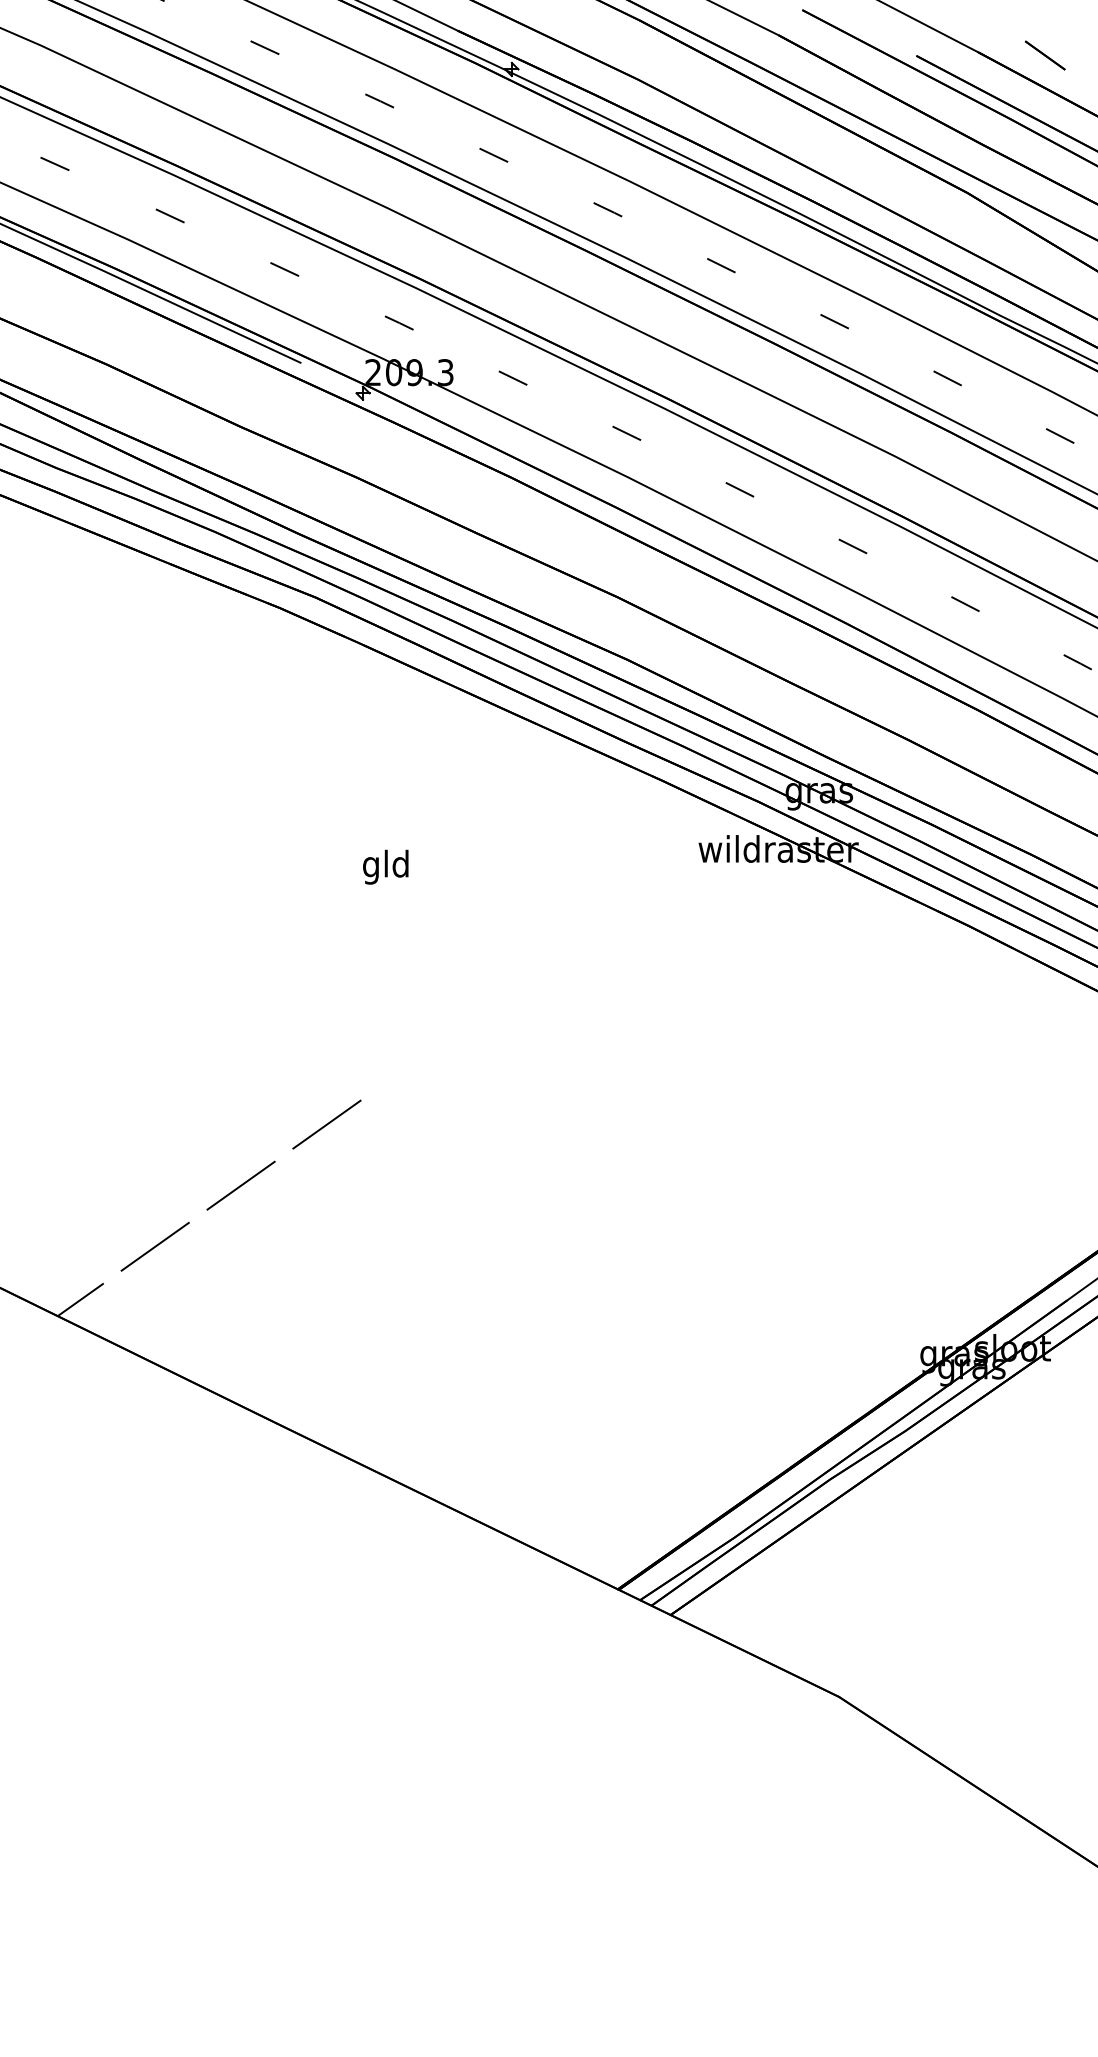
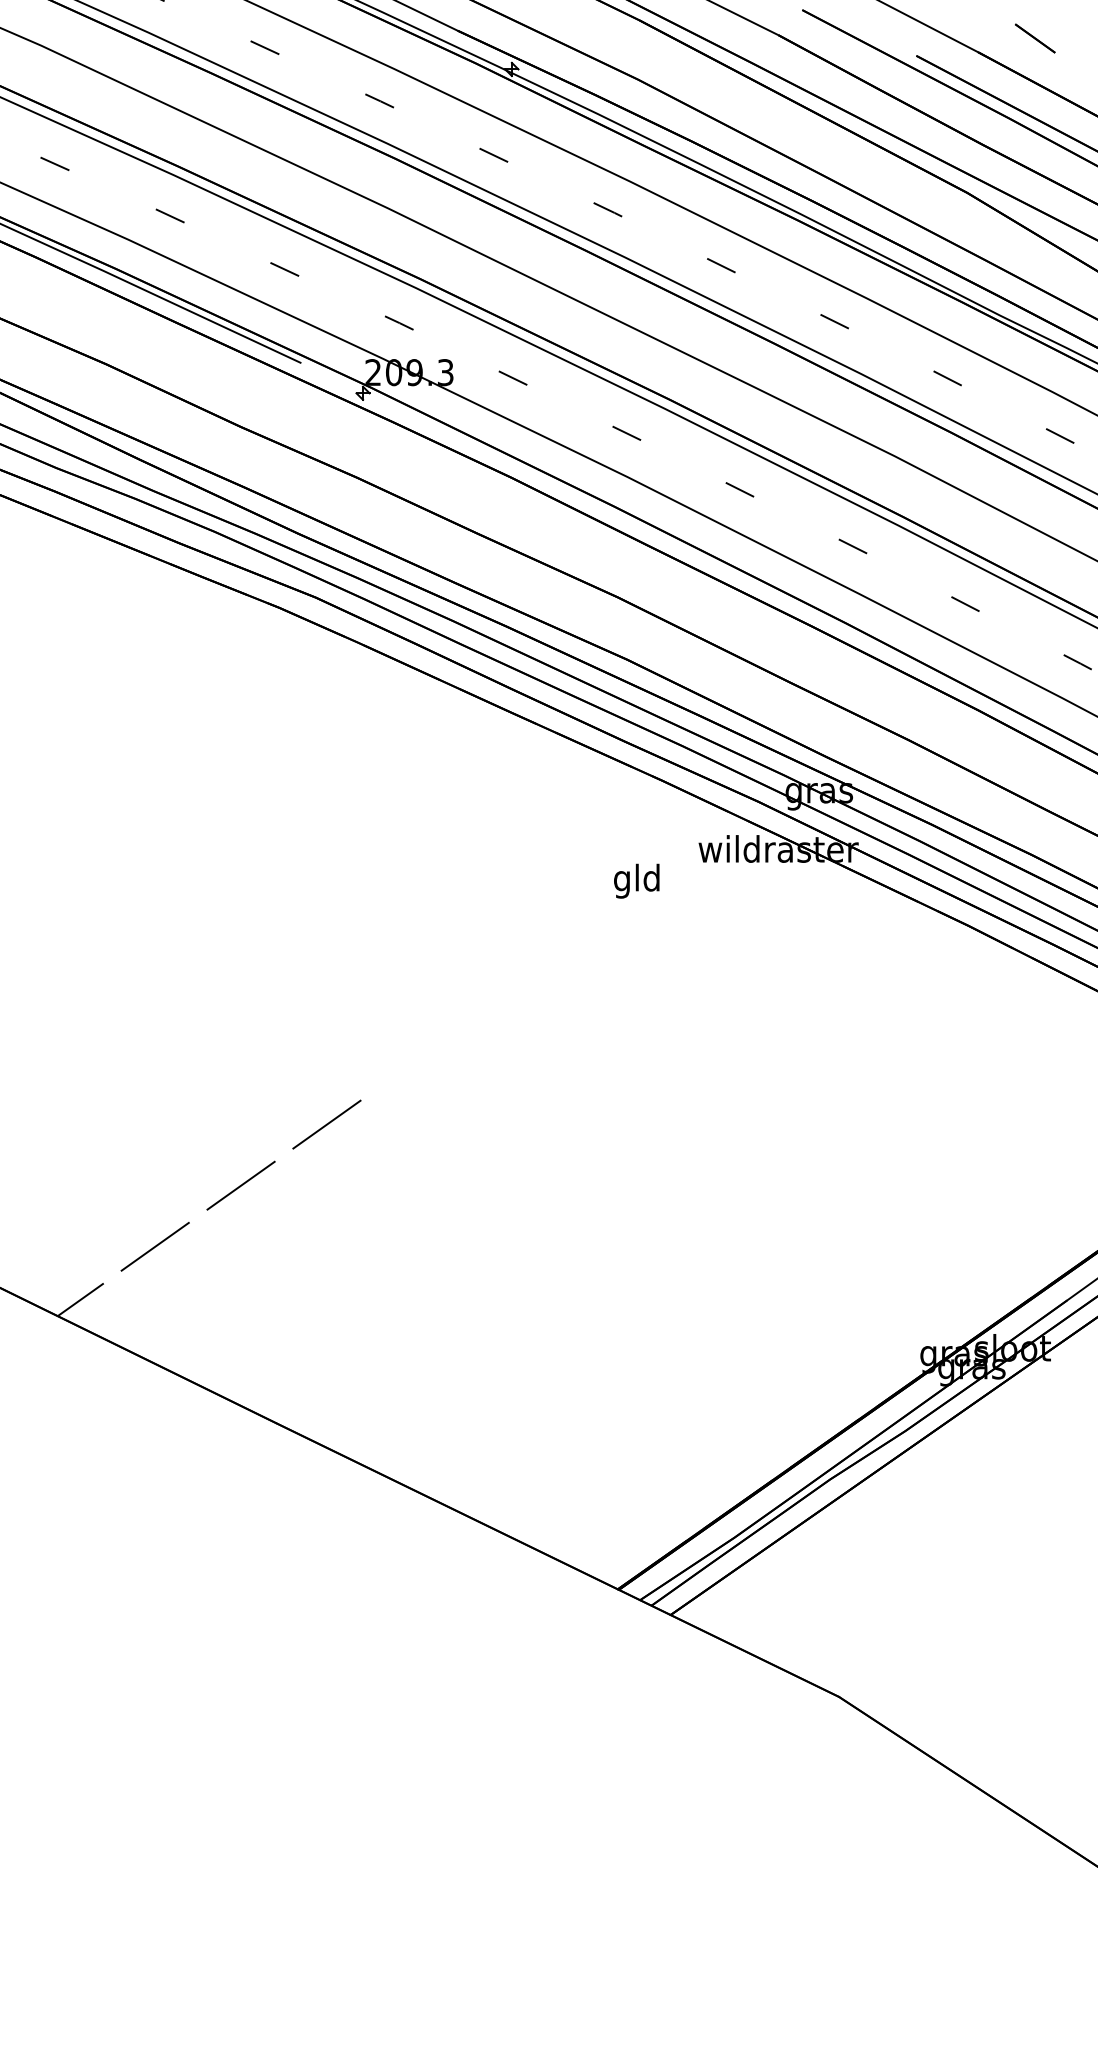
line at (1045, 55) position: (1045, 55) -> (1035, 38)
text at (385, 866) position: (385, 866) -> (636, 880)
